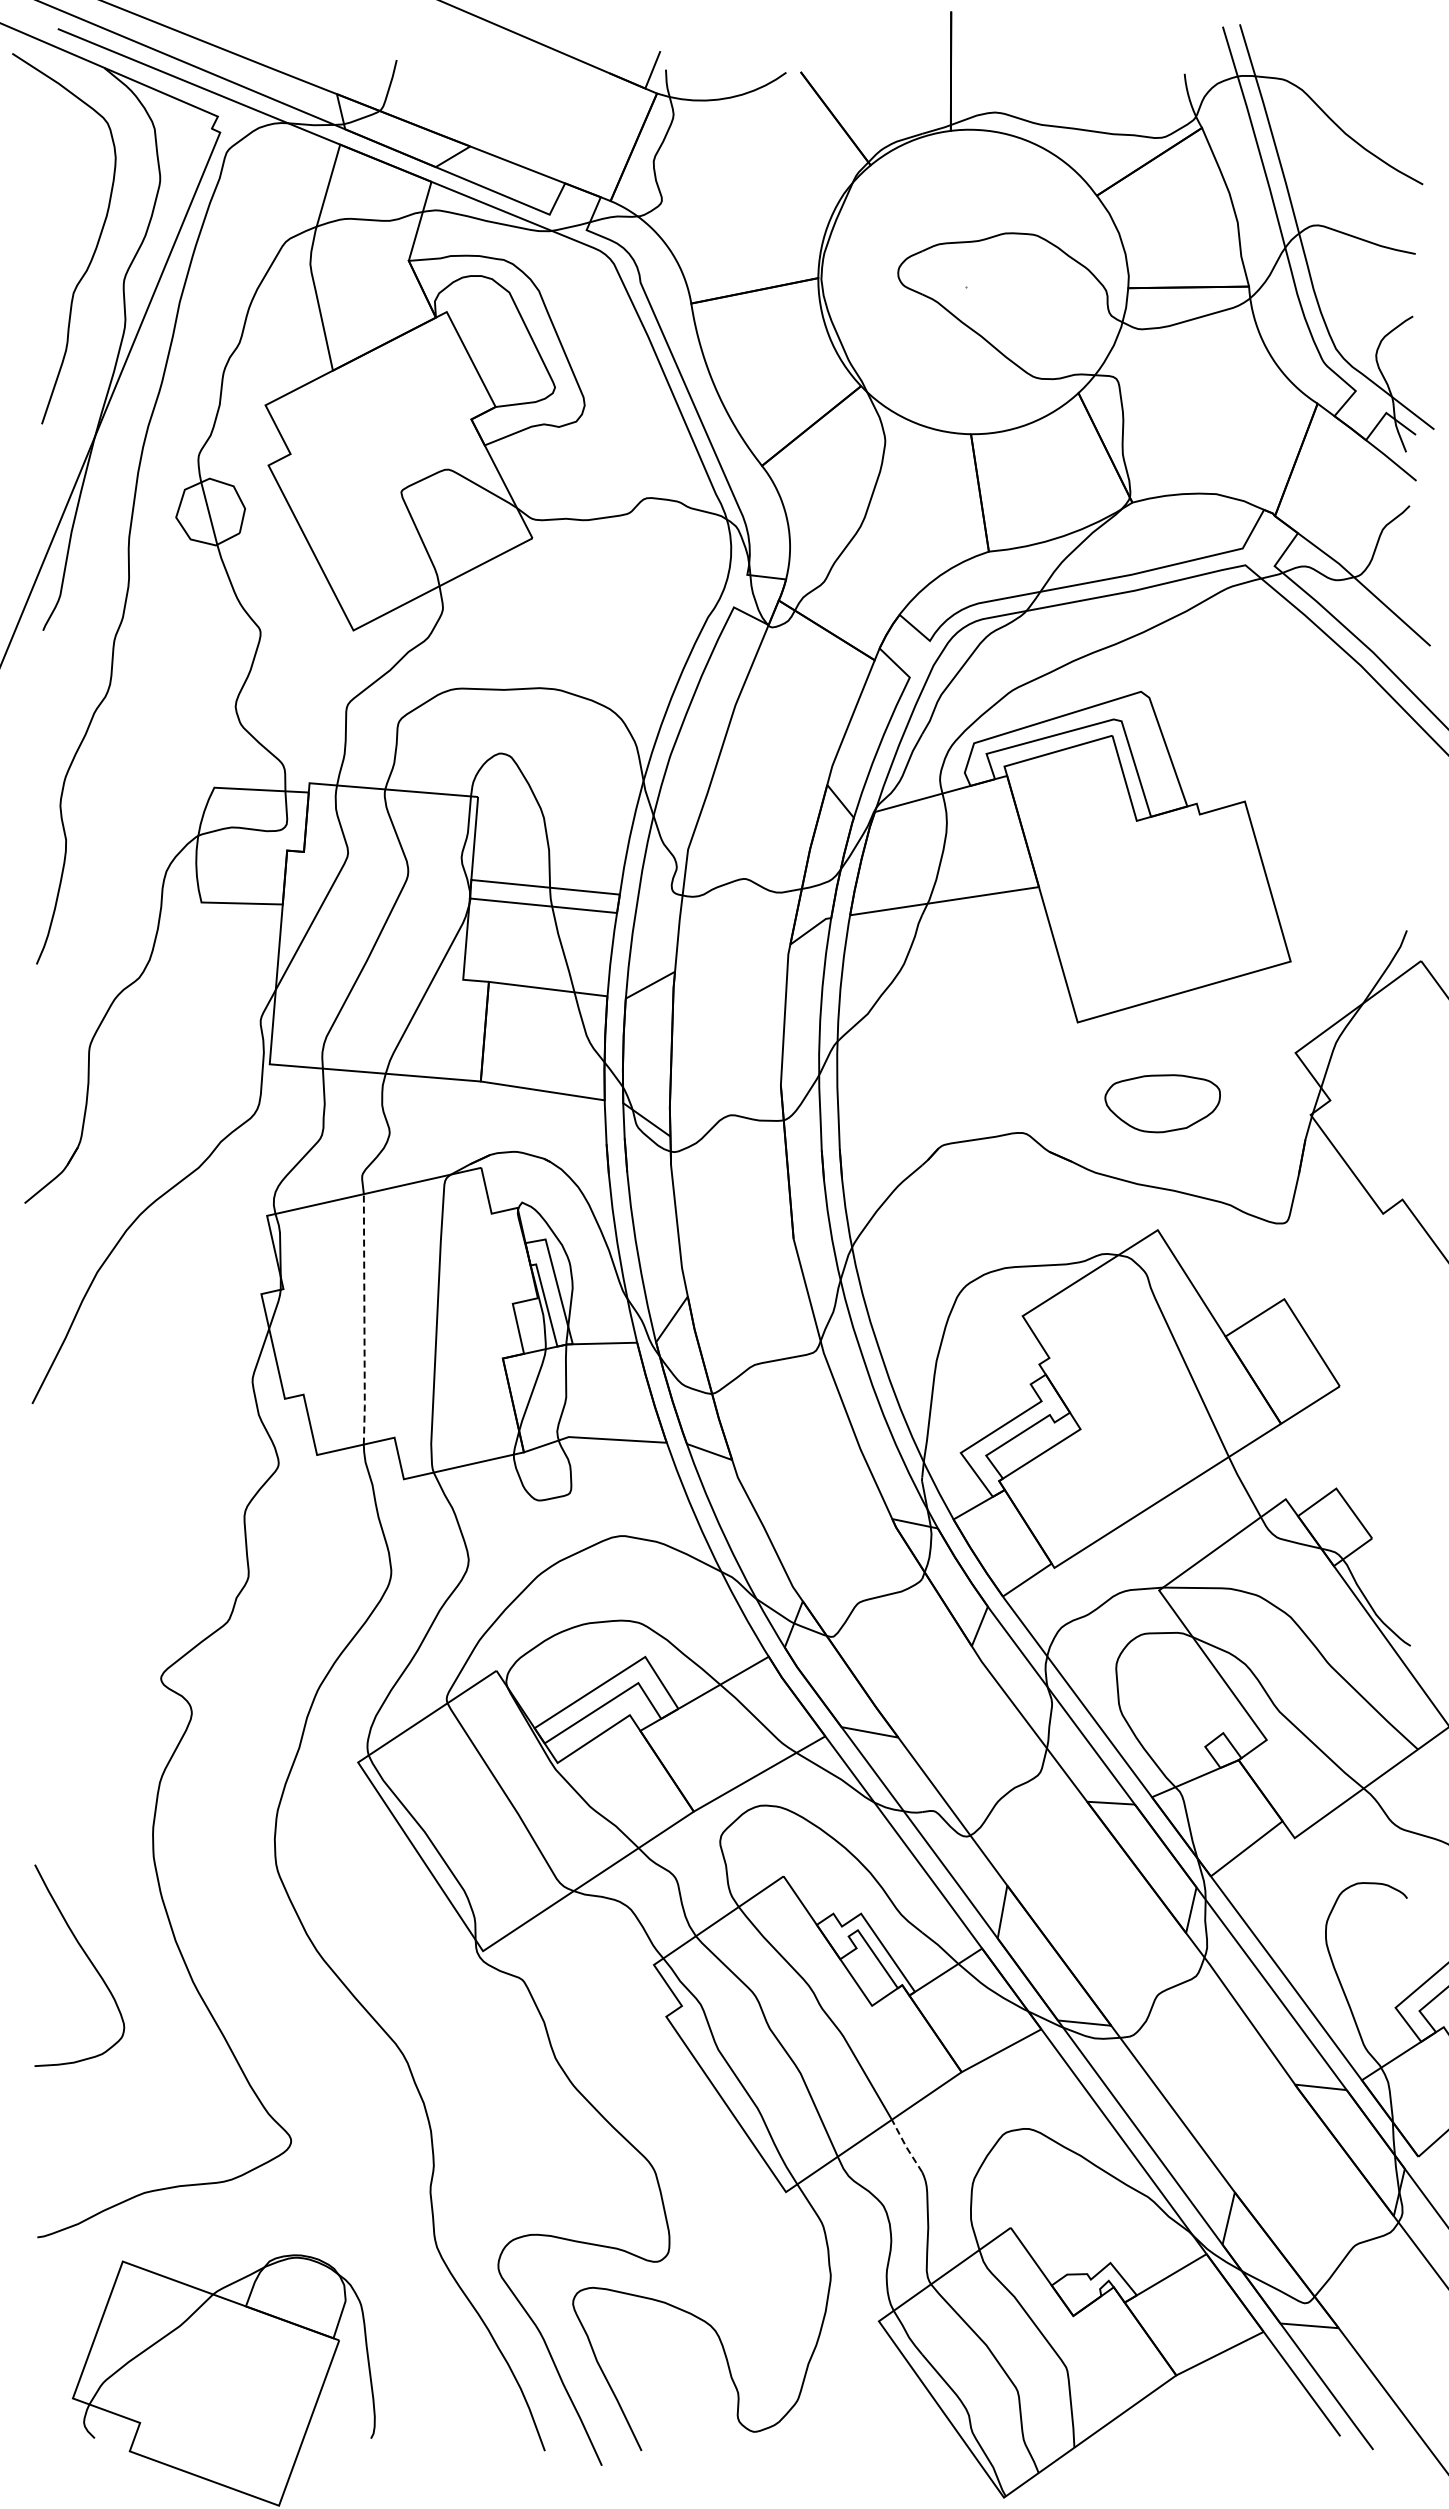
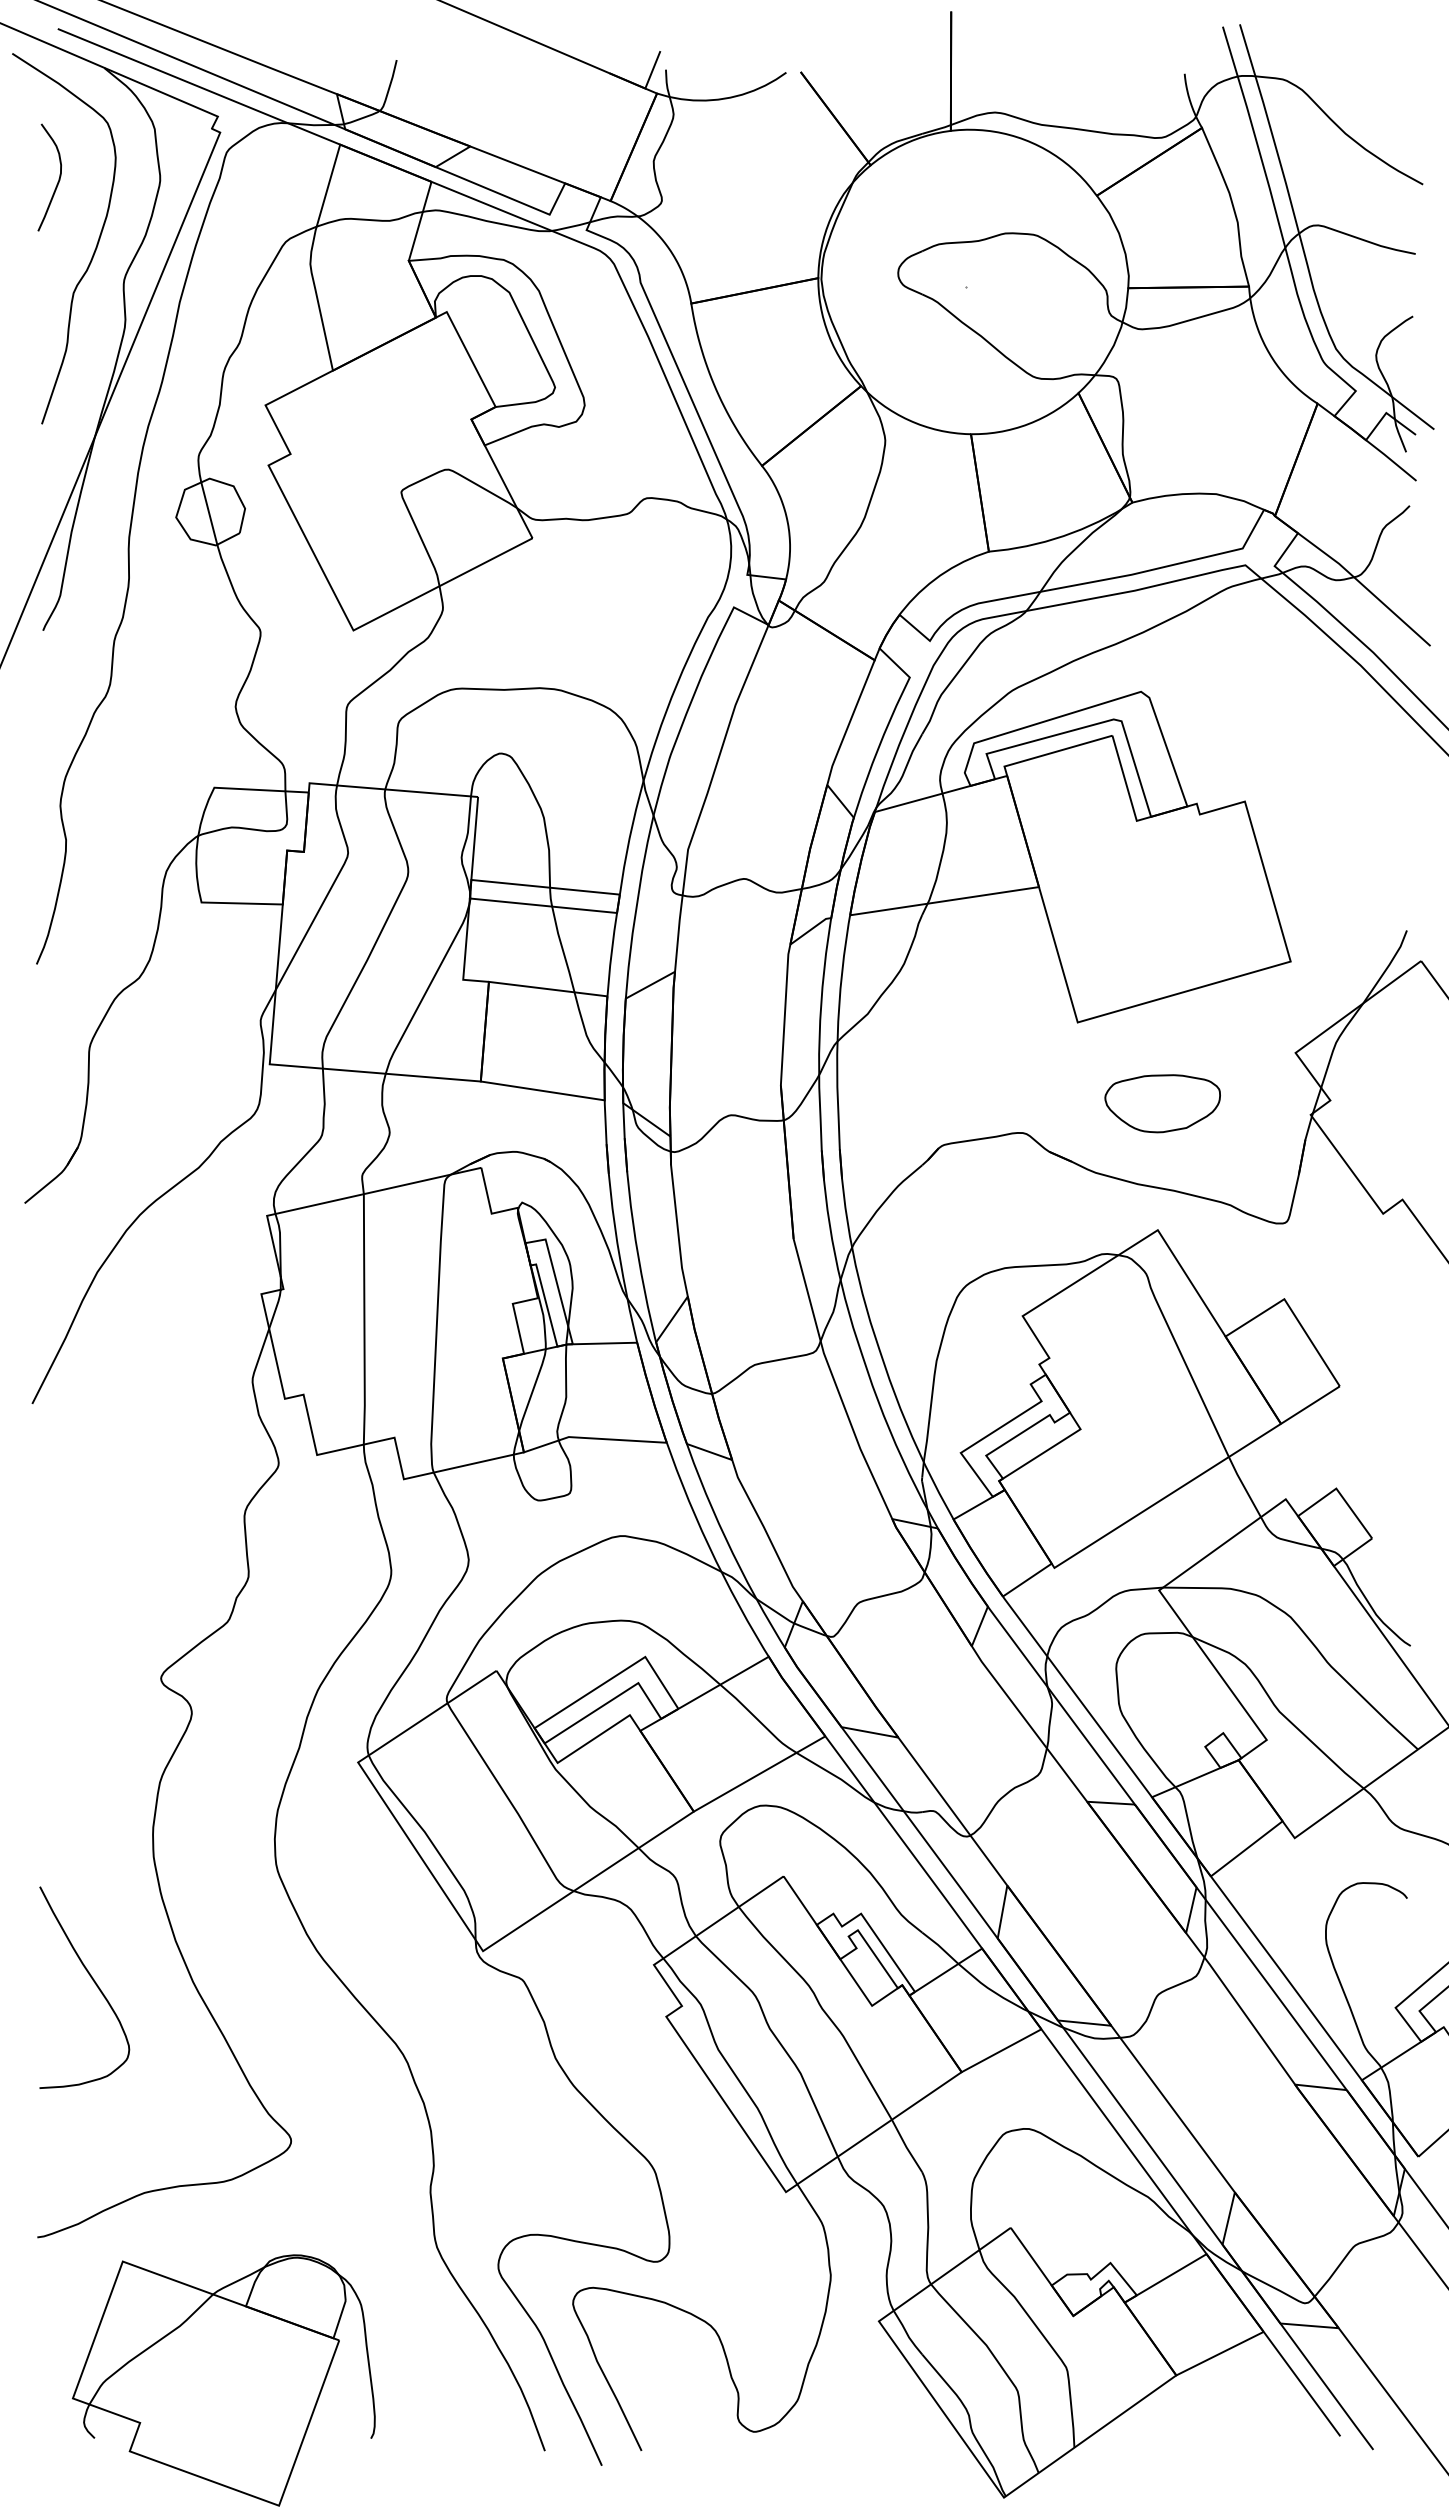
curve at (57, 181): none -> present
line at (364, 1319): dashed -> solid
curve at (87, 1958) position: (87, 1958) -> (92, 1980)
line at (906, 2146): dashed -> solid
